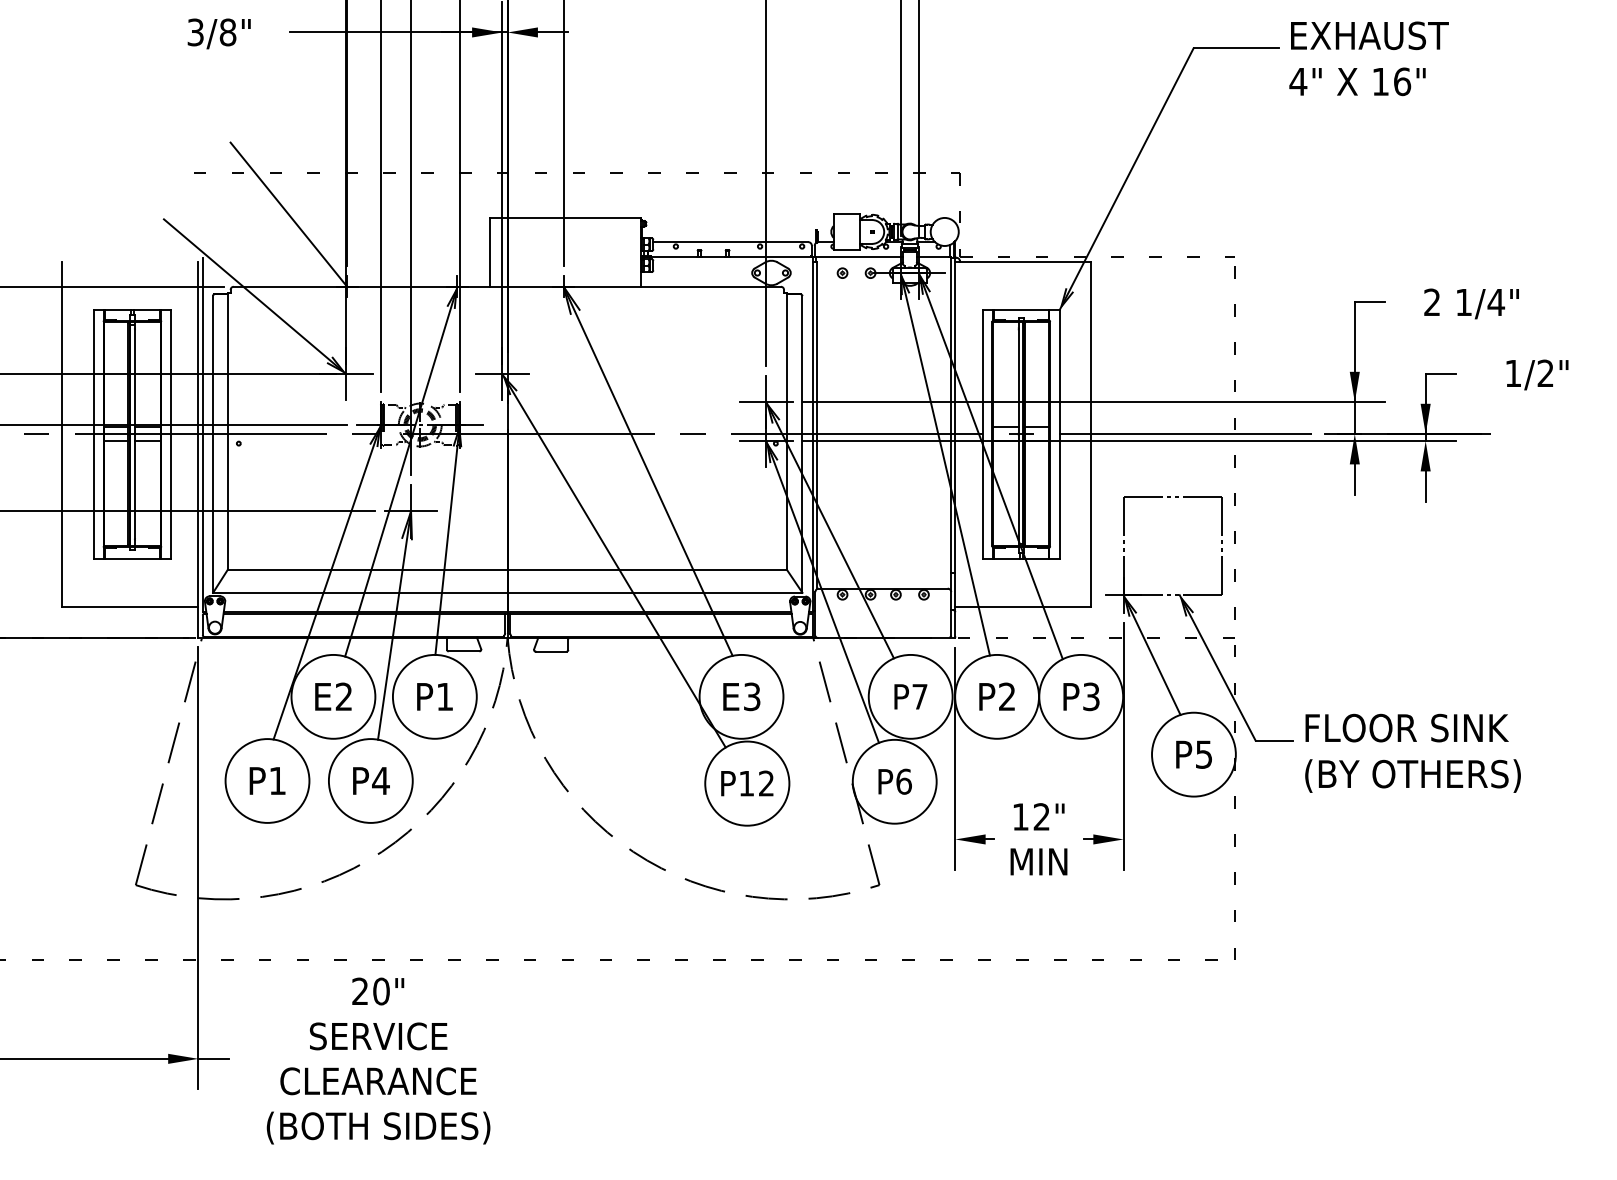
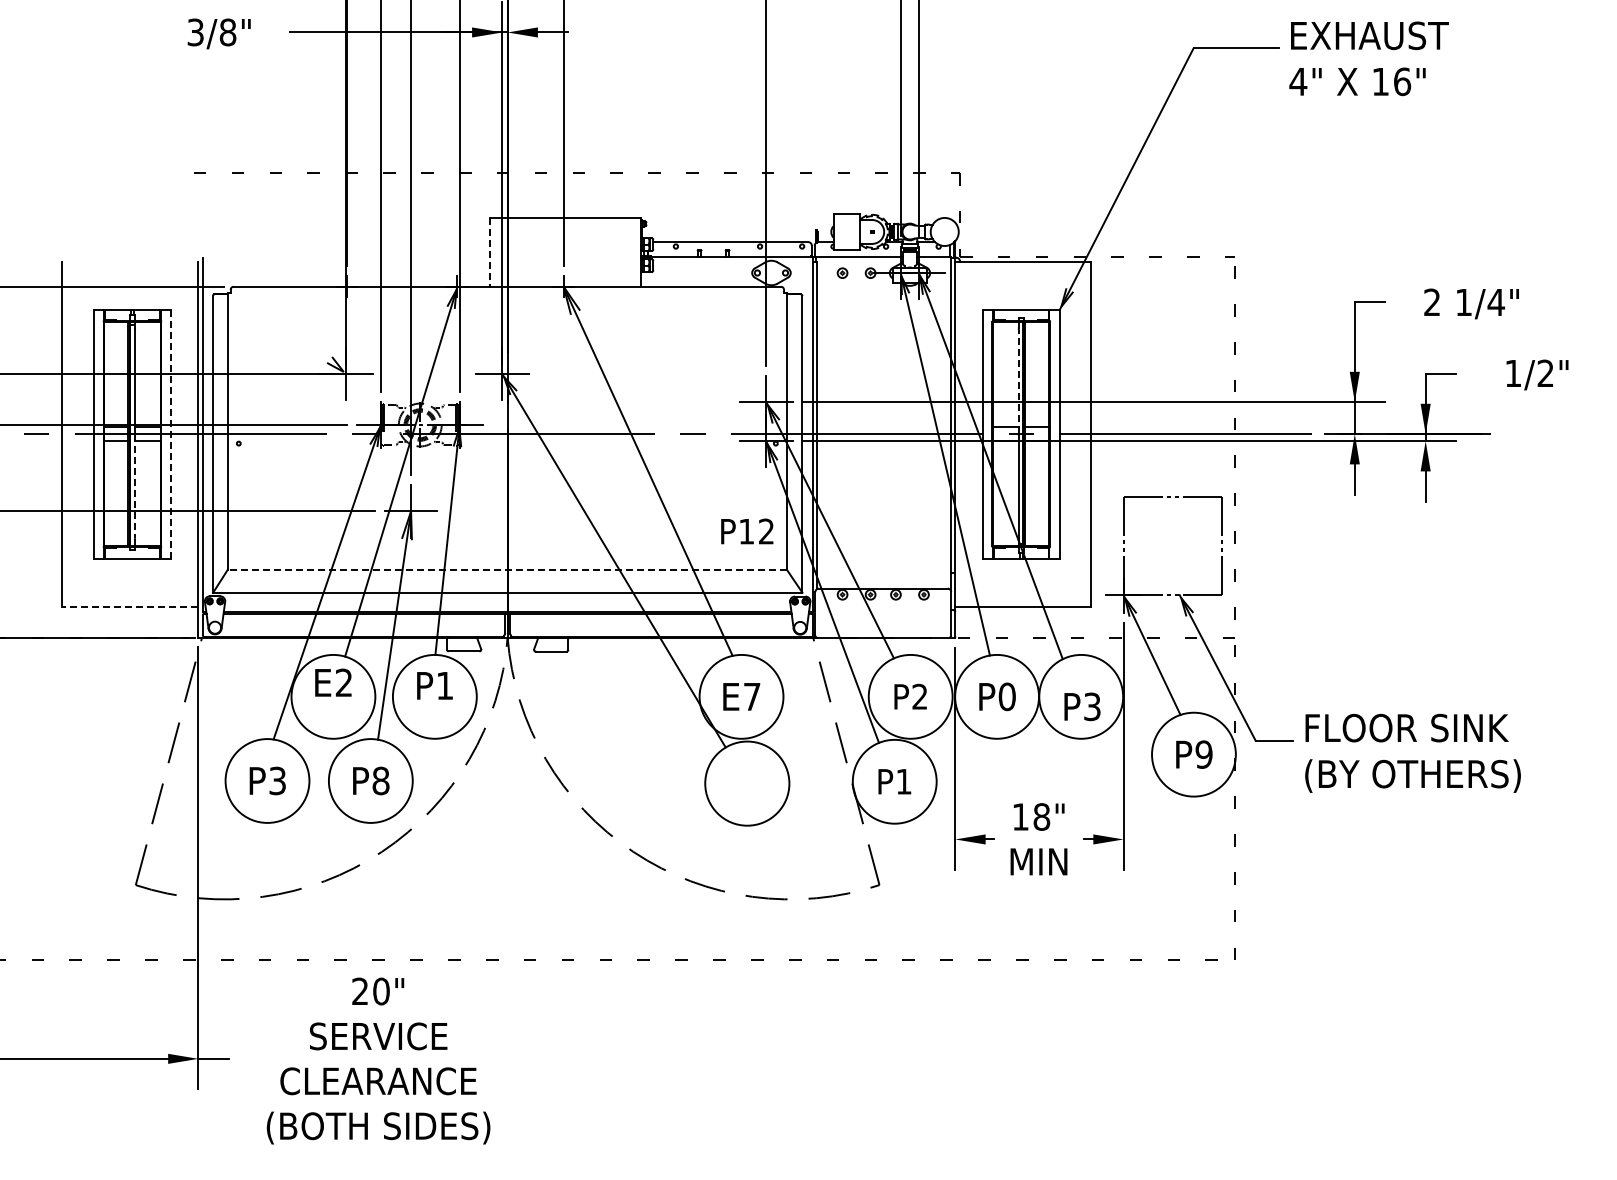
line at (288, 214): present -> none
line at (490, 252): solid -> dashed
line at (254, 296): present -> none
line at (1018, 381): solid -> dashed
line at (171, 433): solid -> dashed
line at (135, 486): solid -> dashed
line at (506, 569): solid -> dashed
line at (129, 606): solid -> dashed
text at (333, 696) position: (333, 696) -> (333, 682)
text at (434, 696) position: (434, 696) -> (434, 685)
text at (752, 696): E3 -> E7
text at (919, 696): P7 -> P2
text at (1006, 696): P2 -> P0
text at (1081, 696) position: (1081, 696) -> (1082, 706)
text at (1203, 754): P5 -> P9
text at (277, 780): P1 -> P3
text at (380, 780): P4 -> P8
text at (903, 781): P6 -> P1
text at (747, 783) position: (747, 783) -> (747, 531)
text at (1041, 816): 12" -> 18"
